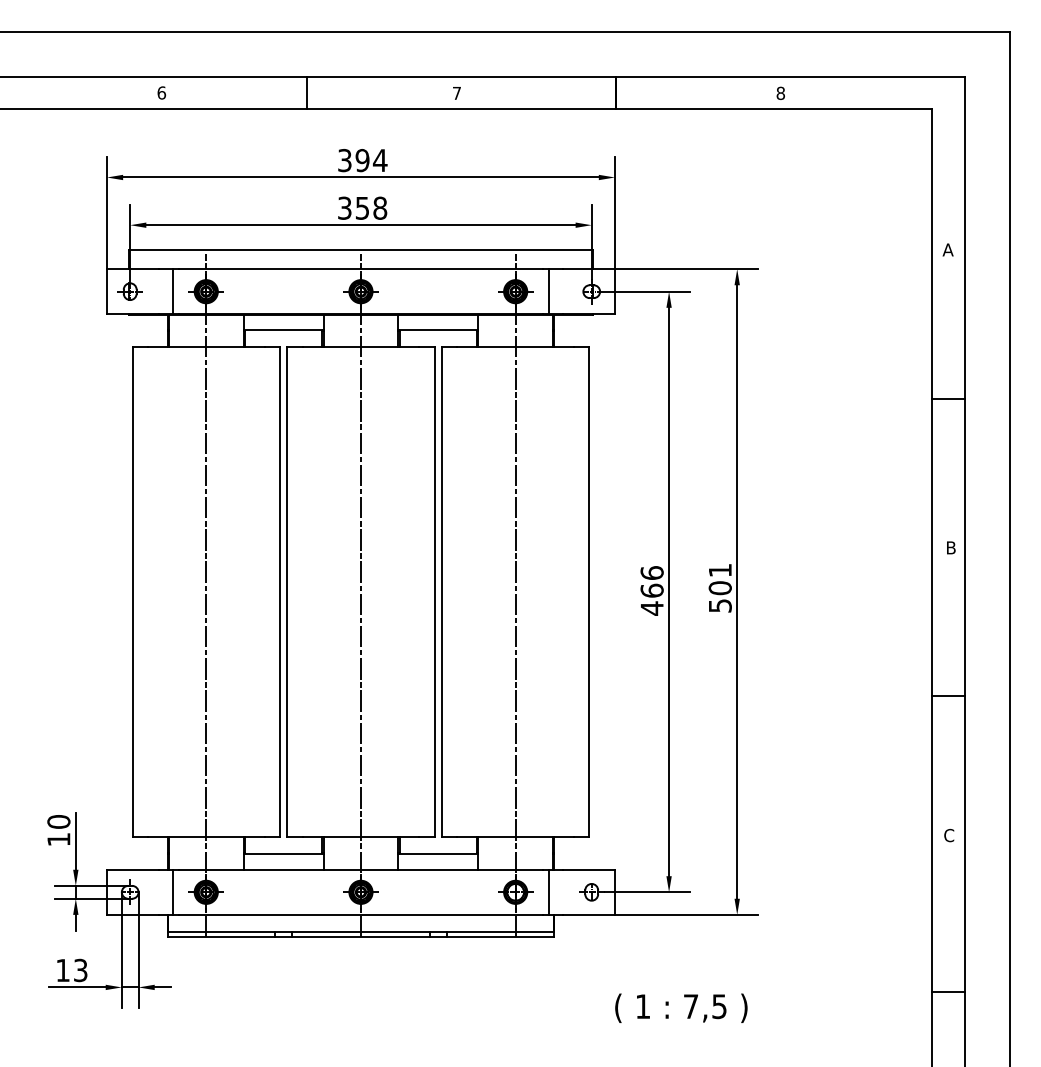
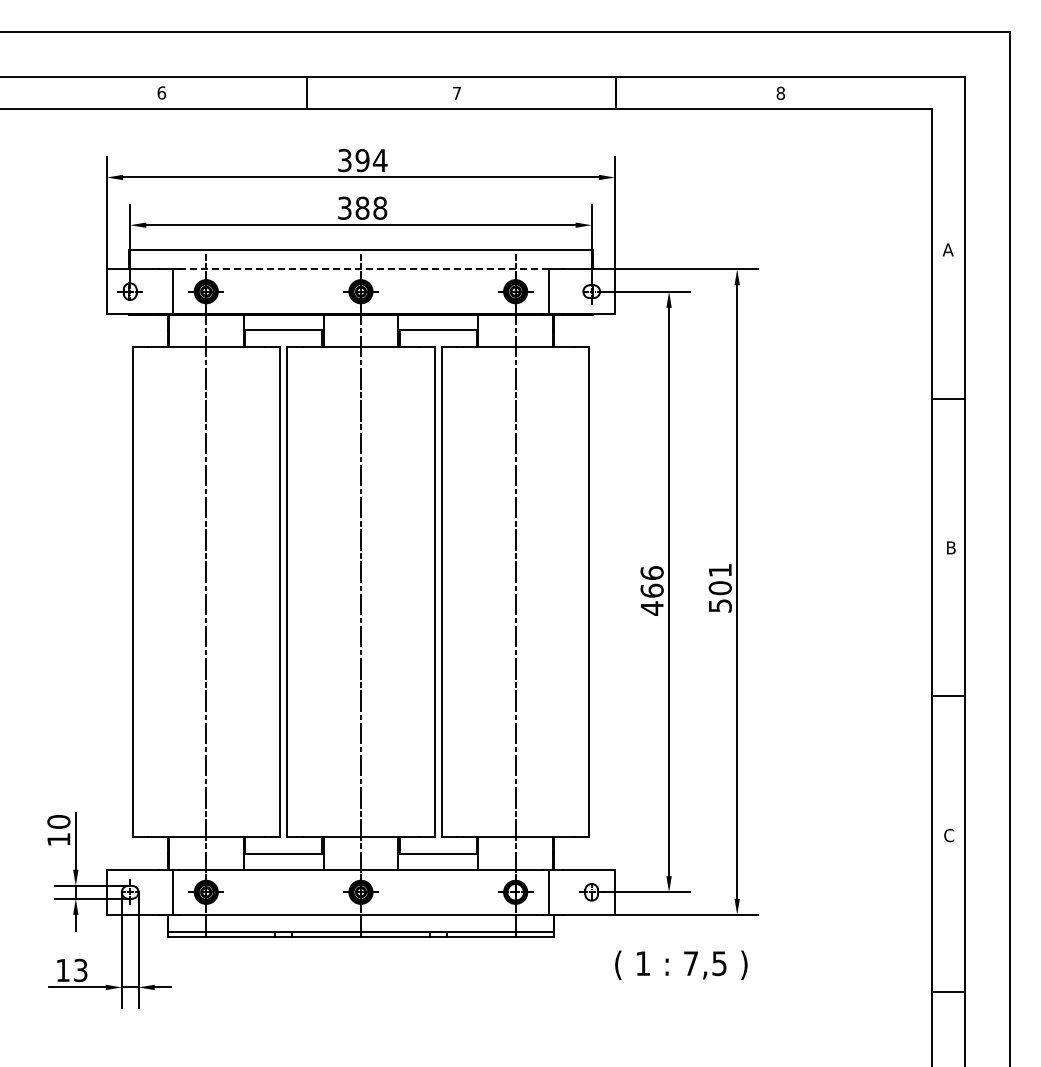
text at (362, 207): 358 -> 388
line at (360, 269): solid -> dashed
text at (681, 1007) position: (681, 1007) -> (681, 964)
